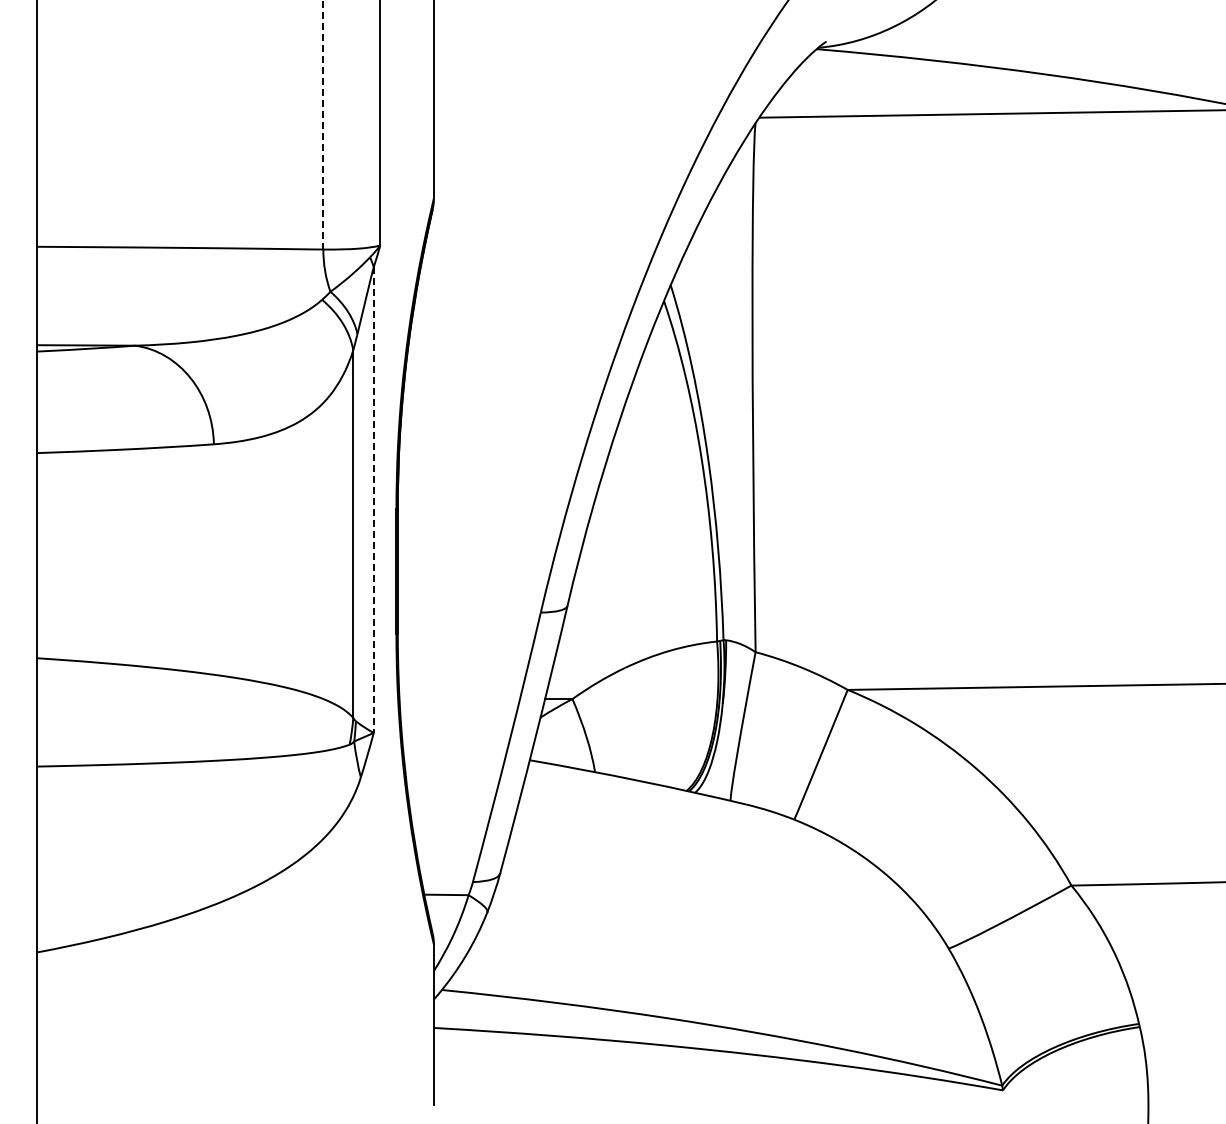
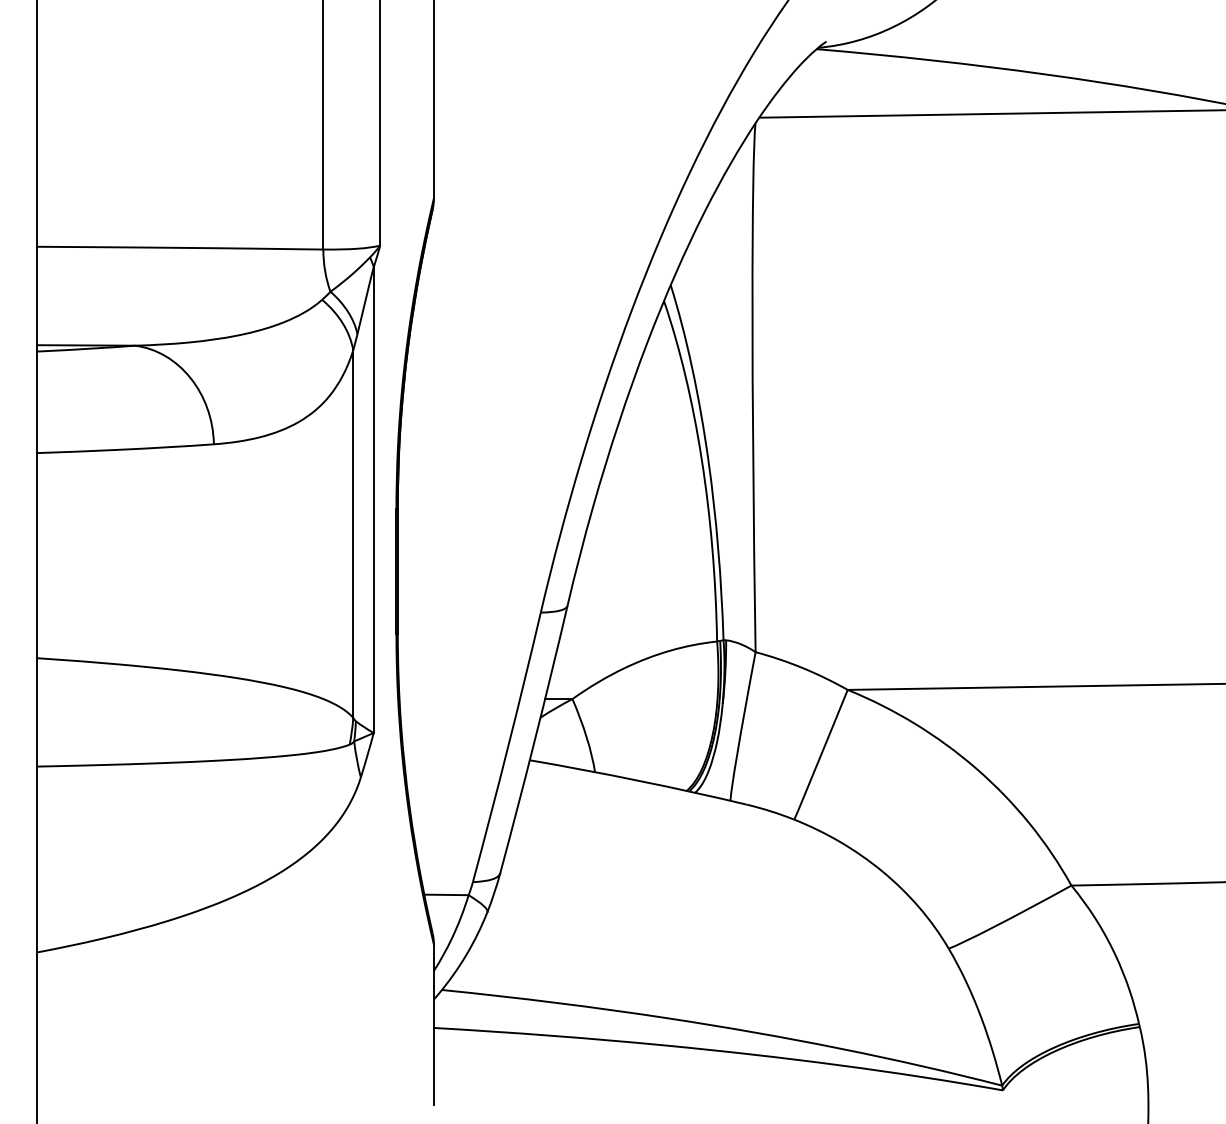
line at (323, 124): dashed -> solid
line at (373, 500): dashed -> solid
